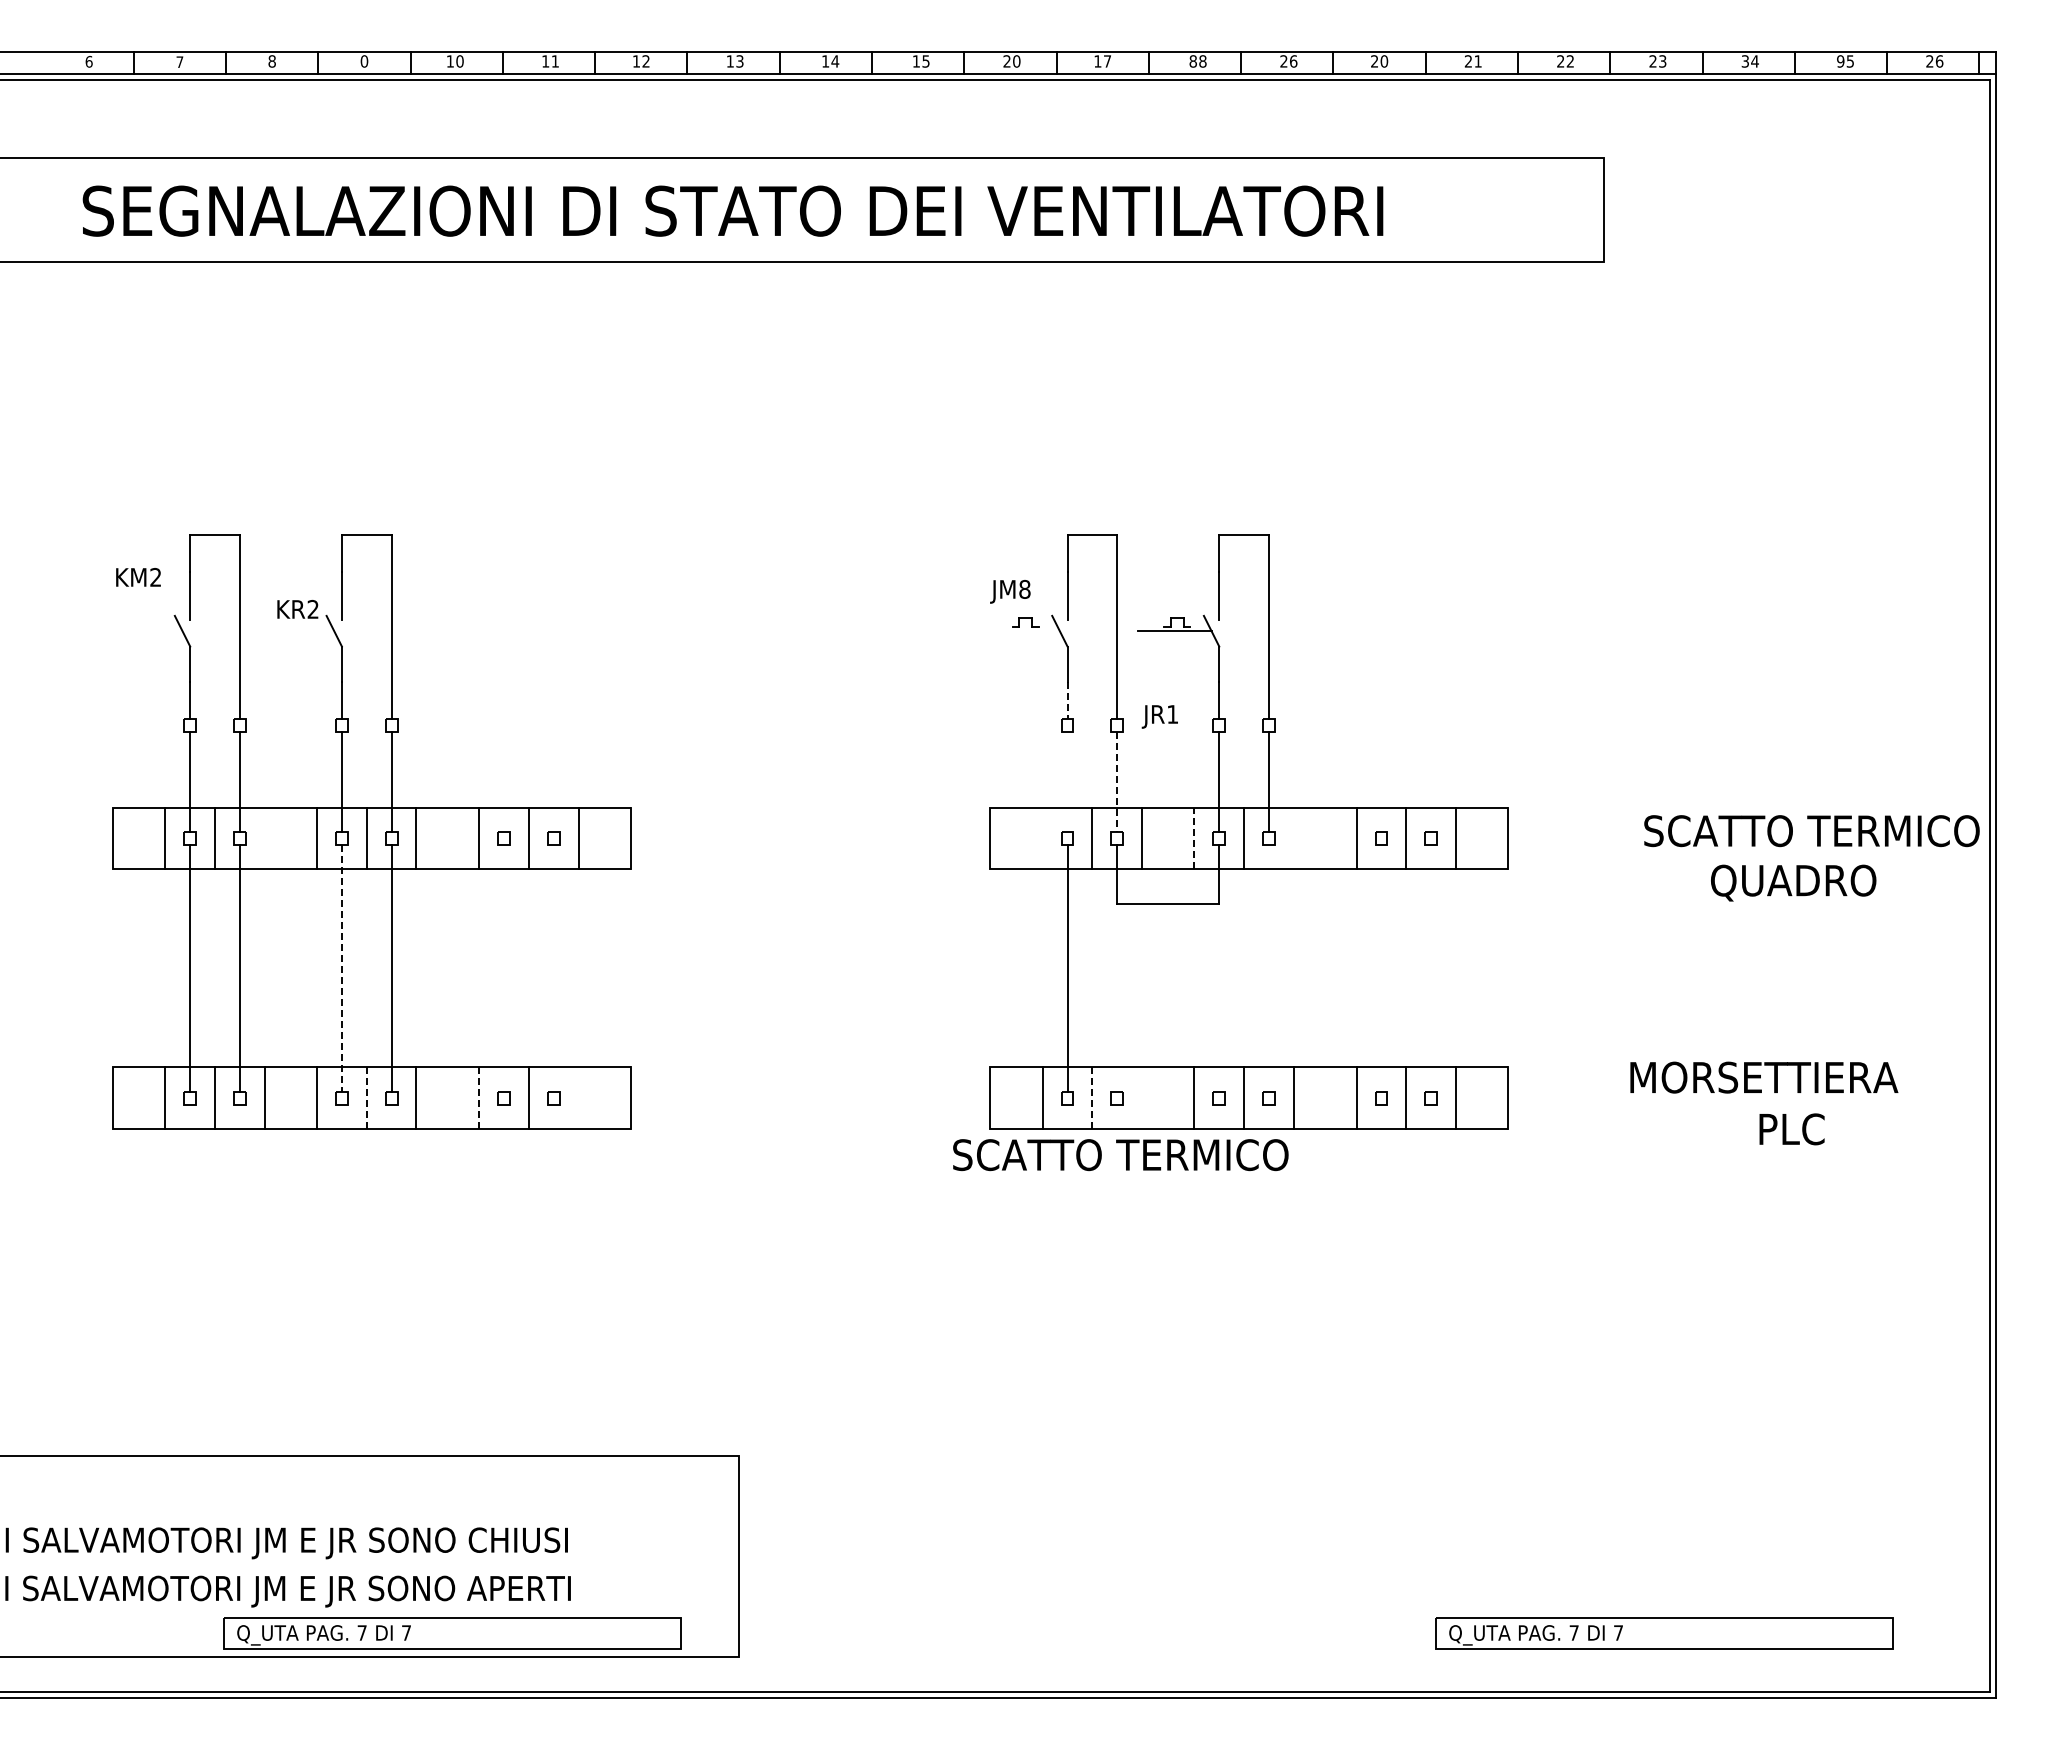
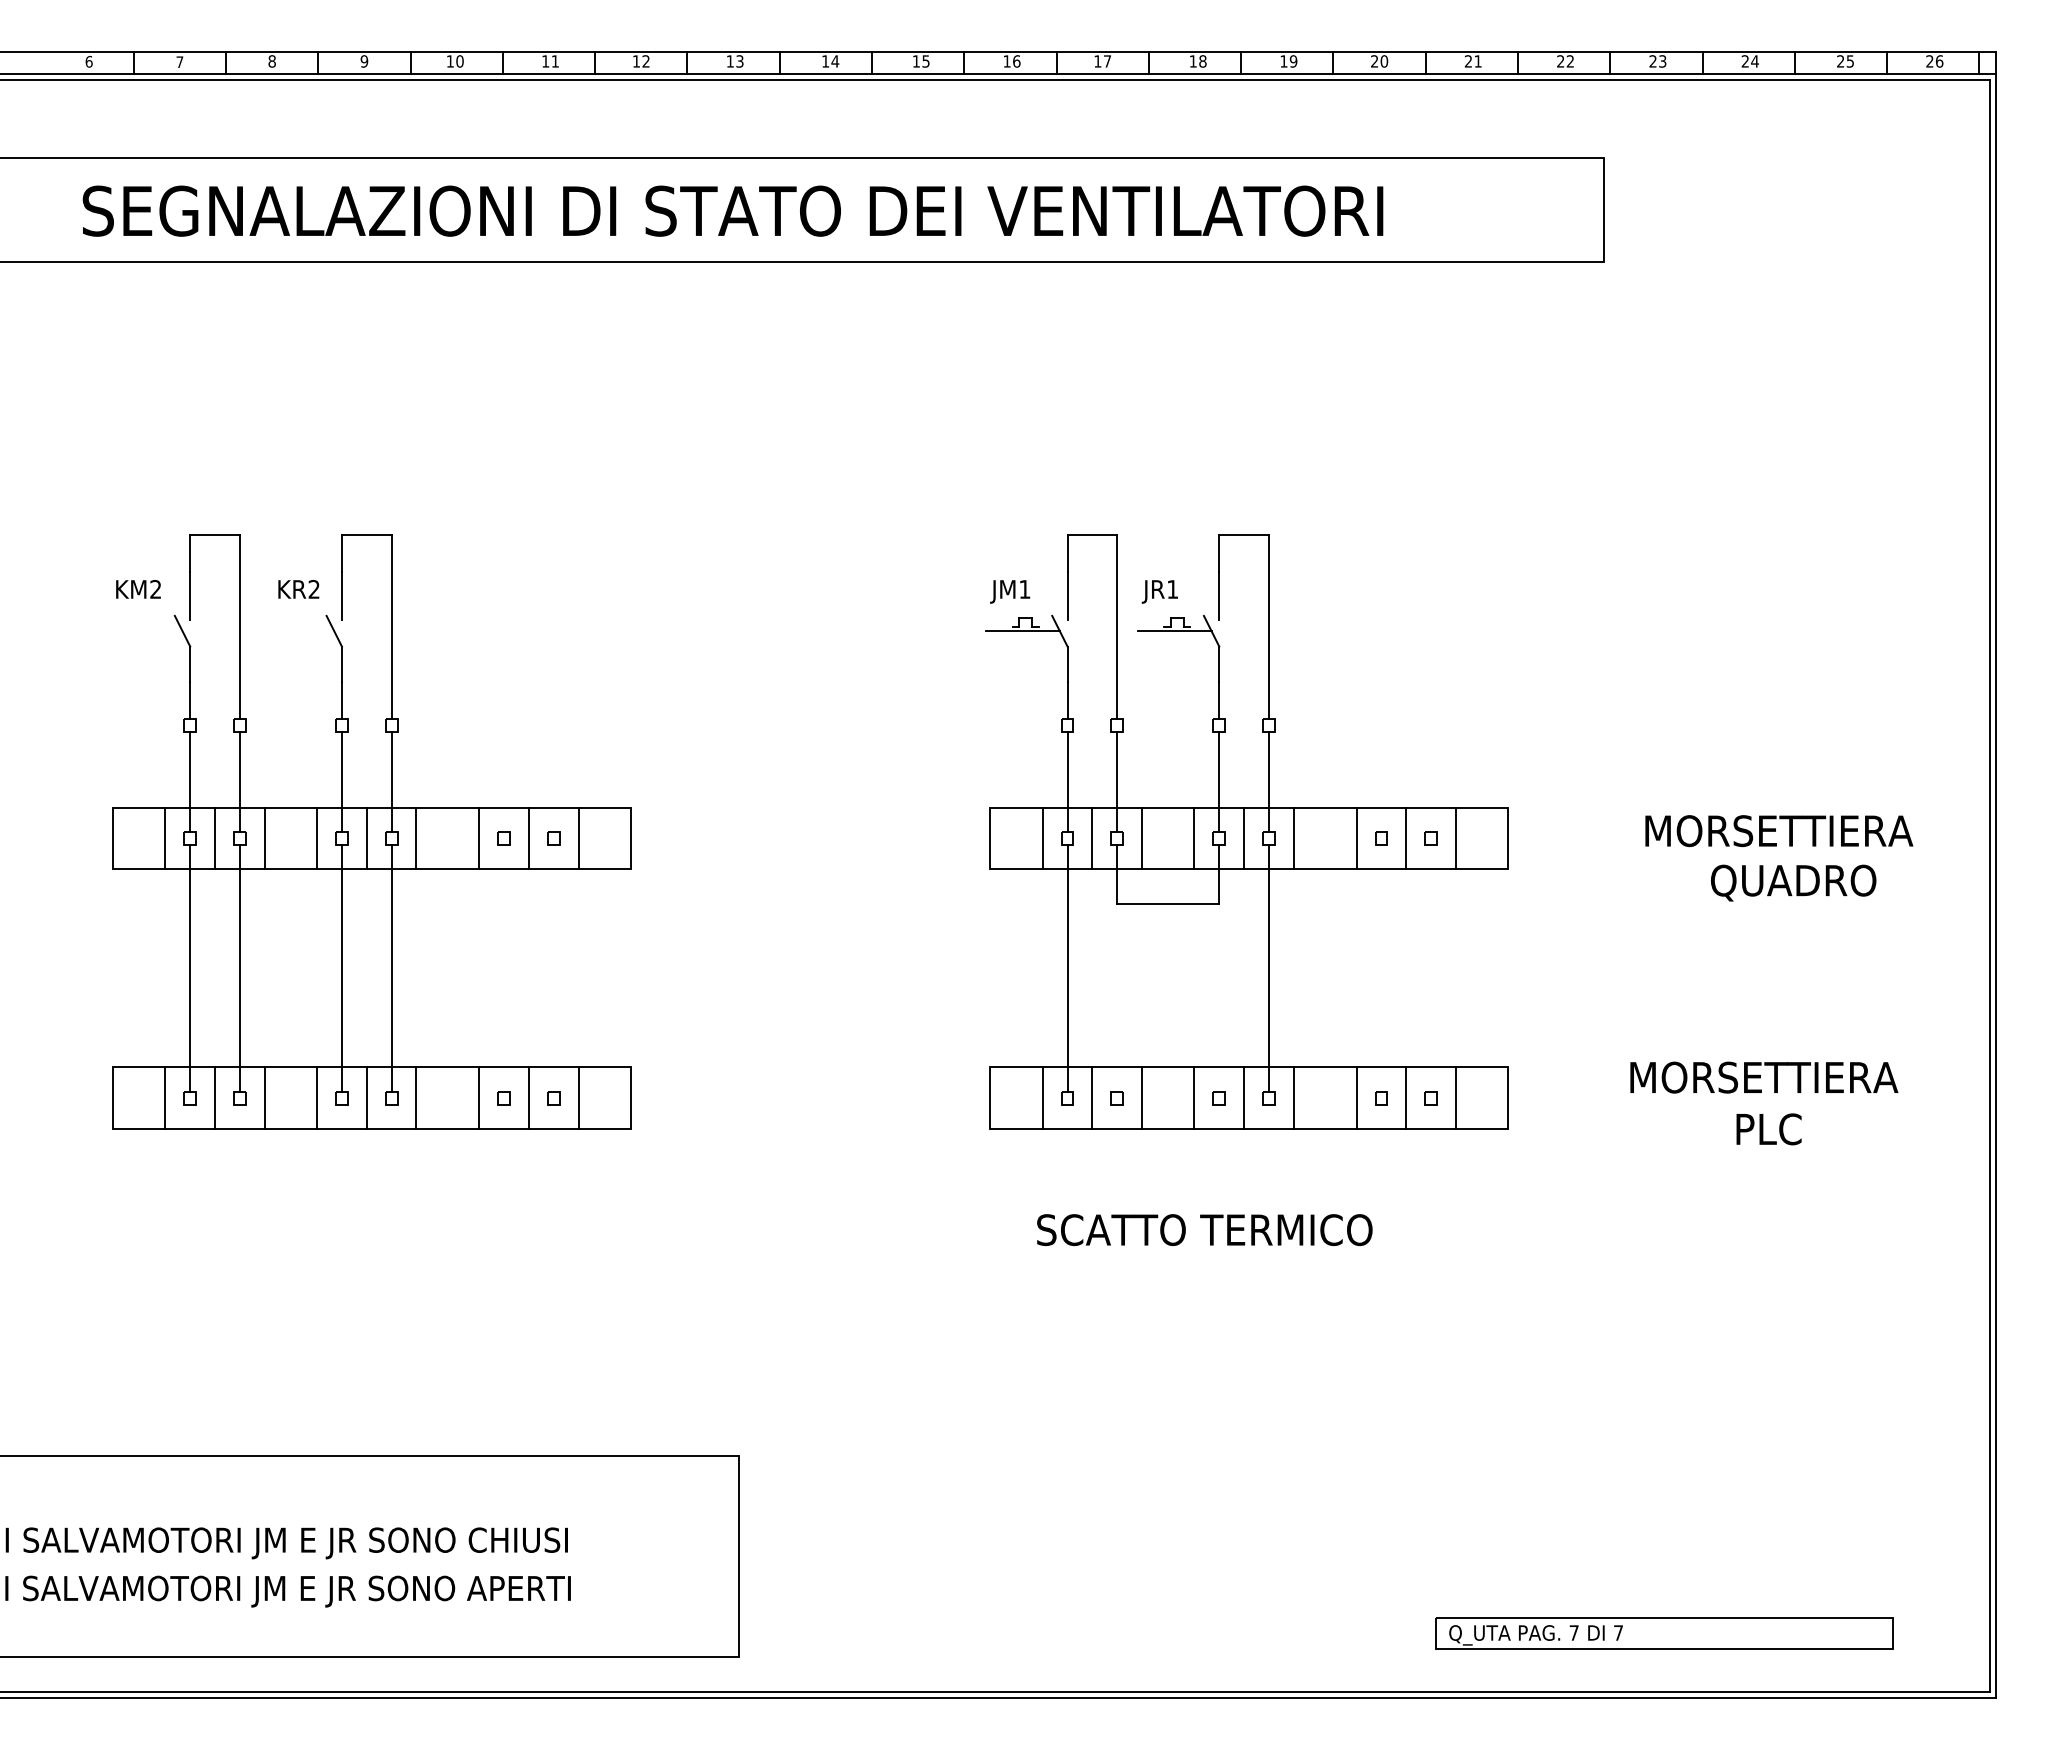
text at (364, 61): 0 -> 9
text at (1011, 61): 20 -> 16
text at (1192, 61): 88 -> 18
text at (1288, 61): 26 -> 19
text at (1744, 61): 34 -> 24
text at (1840, 61): 95 -> 25
text at (138, 577) position: (138, 577) -> (138, 589)
text at (1024, 588): JM8 -> JM1
text at (297, 609) position: (297, 609) -> (298, 589)
line at (1022, 631): none -> present
line at (1067, 700): dashed -> solid
text at (1159, 716) position: (1159, 716) -> (1159, 591)
line at (1067, 781): none -> present
line at (1117, 782): dashed -> solid
text at (1811, 831): SCATTO TERMICO -> MORSETTIERA
line at (264, 838): none -> present
line at (1042, 838): none -> present
line at (1194, 838): dashed -> solid
line at (1293, 838): none -> present
line at (341, 968): dashed -> solid
line at (1268, 968): none -> present
line at (366, 1098): dashed -> solid
line at (479, 1098): dashed -> solid
line at (578, 1098): none -> present
line at (1092, 1098): dashed -> solid
line at (1141, 1098): none -> present
text at (1791, 1129) position: (1791, 1129) -> (1768, 1129)
text at (1120, 1155) position: (1120, 1155) -> (1204, 1230)
part at (452, 1633): present -> none
